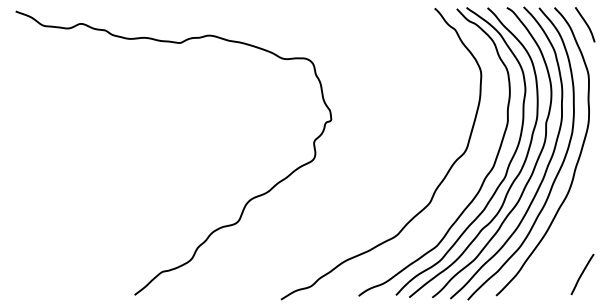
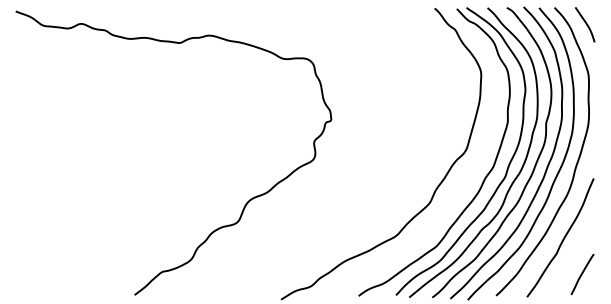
curve at (562, 239): none -> present
